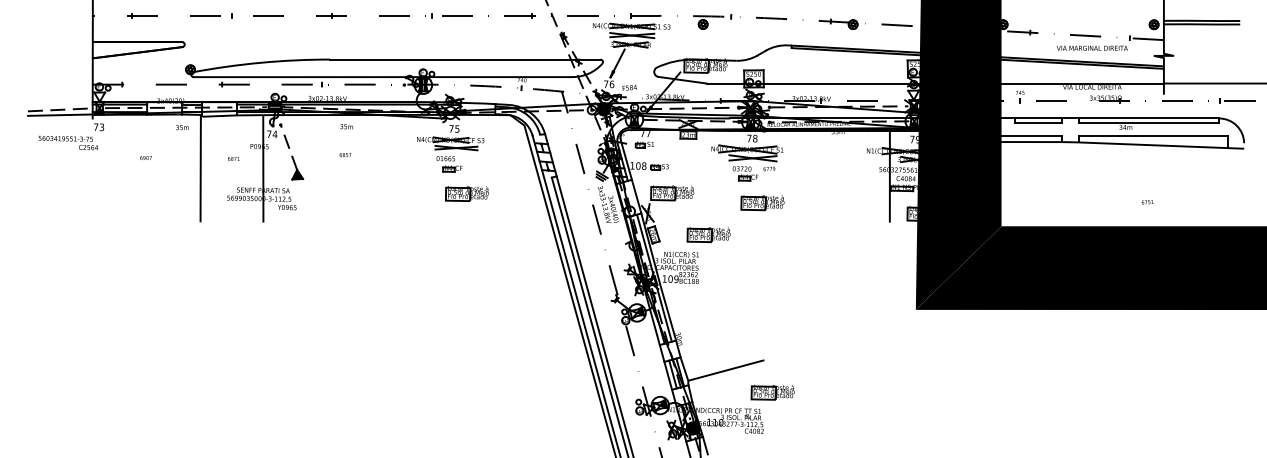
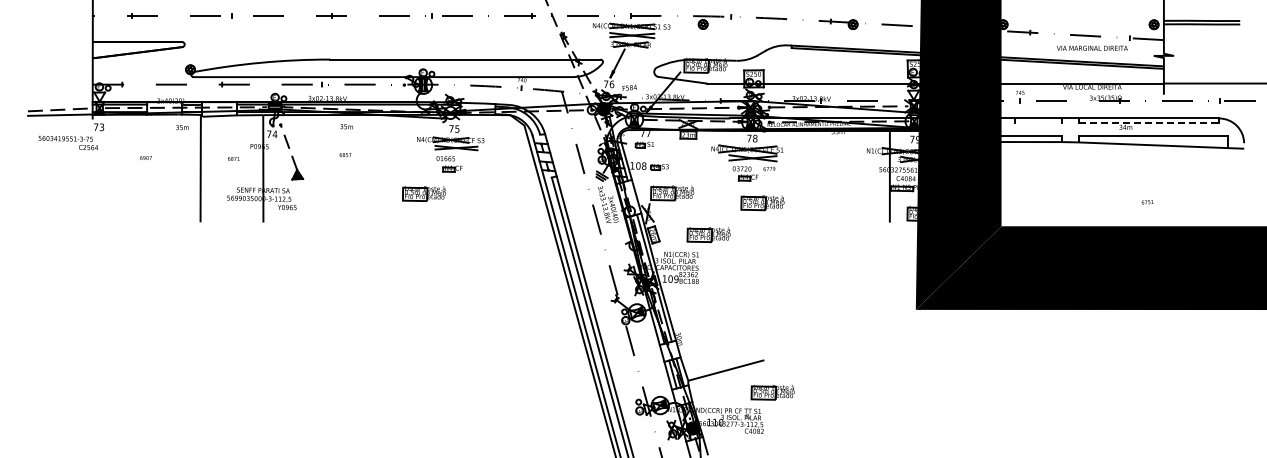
line at (1037, 123): present -> none
line at (1149, 123): solid -> dashed
part at (466, 193) position: (466, 193) -> (423, 193)
